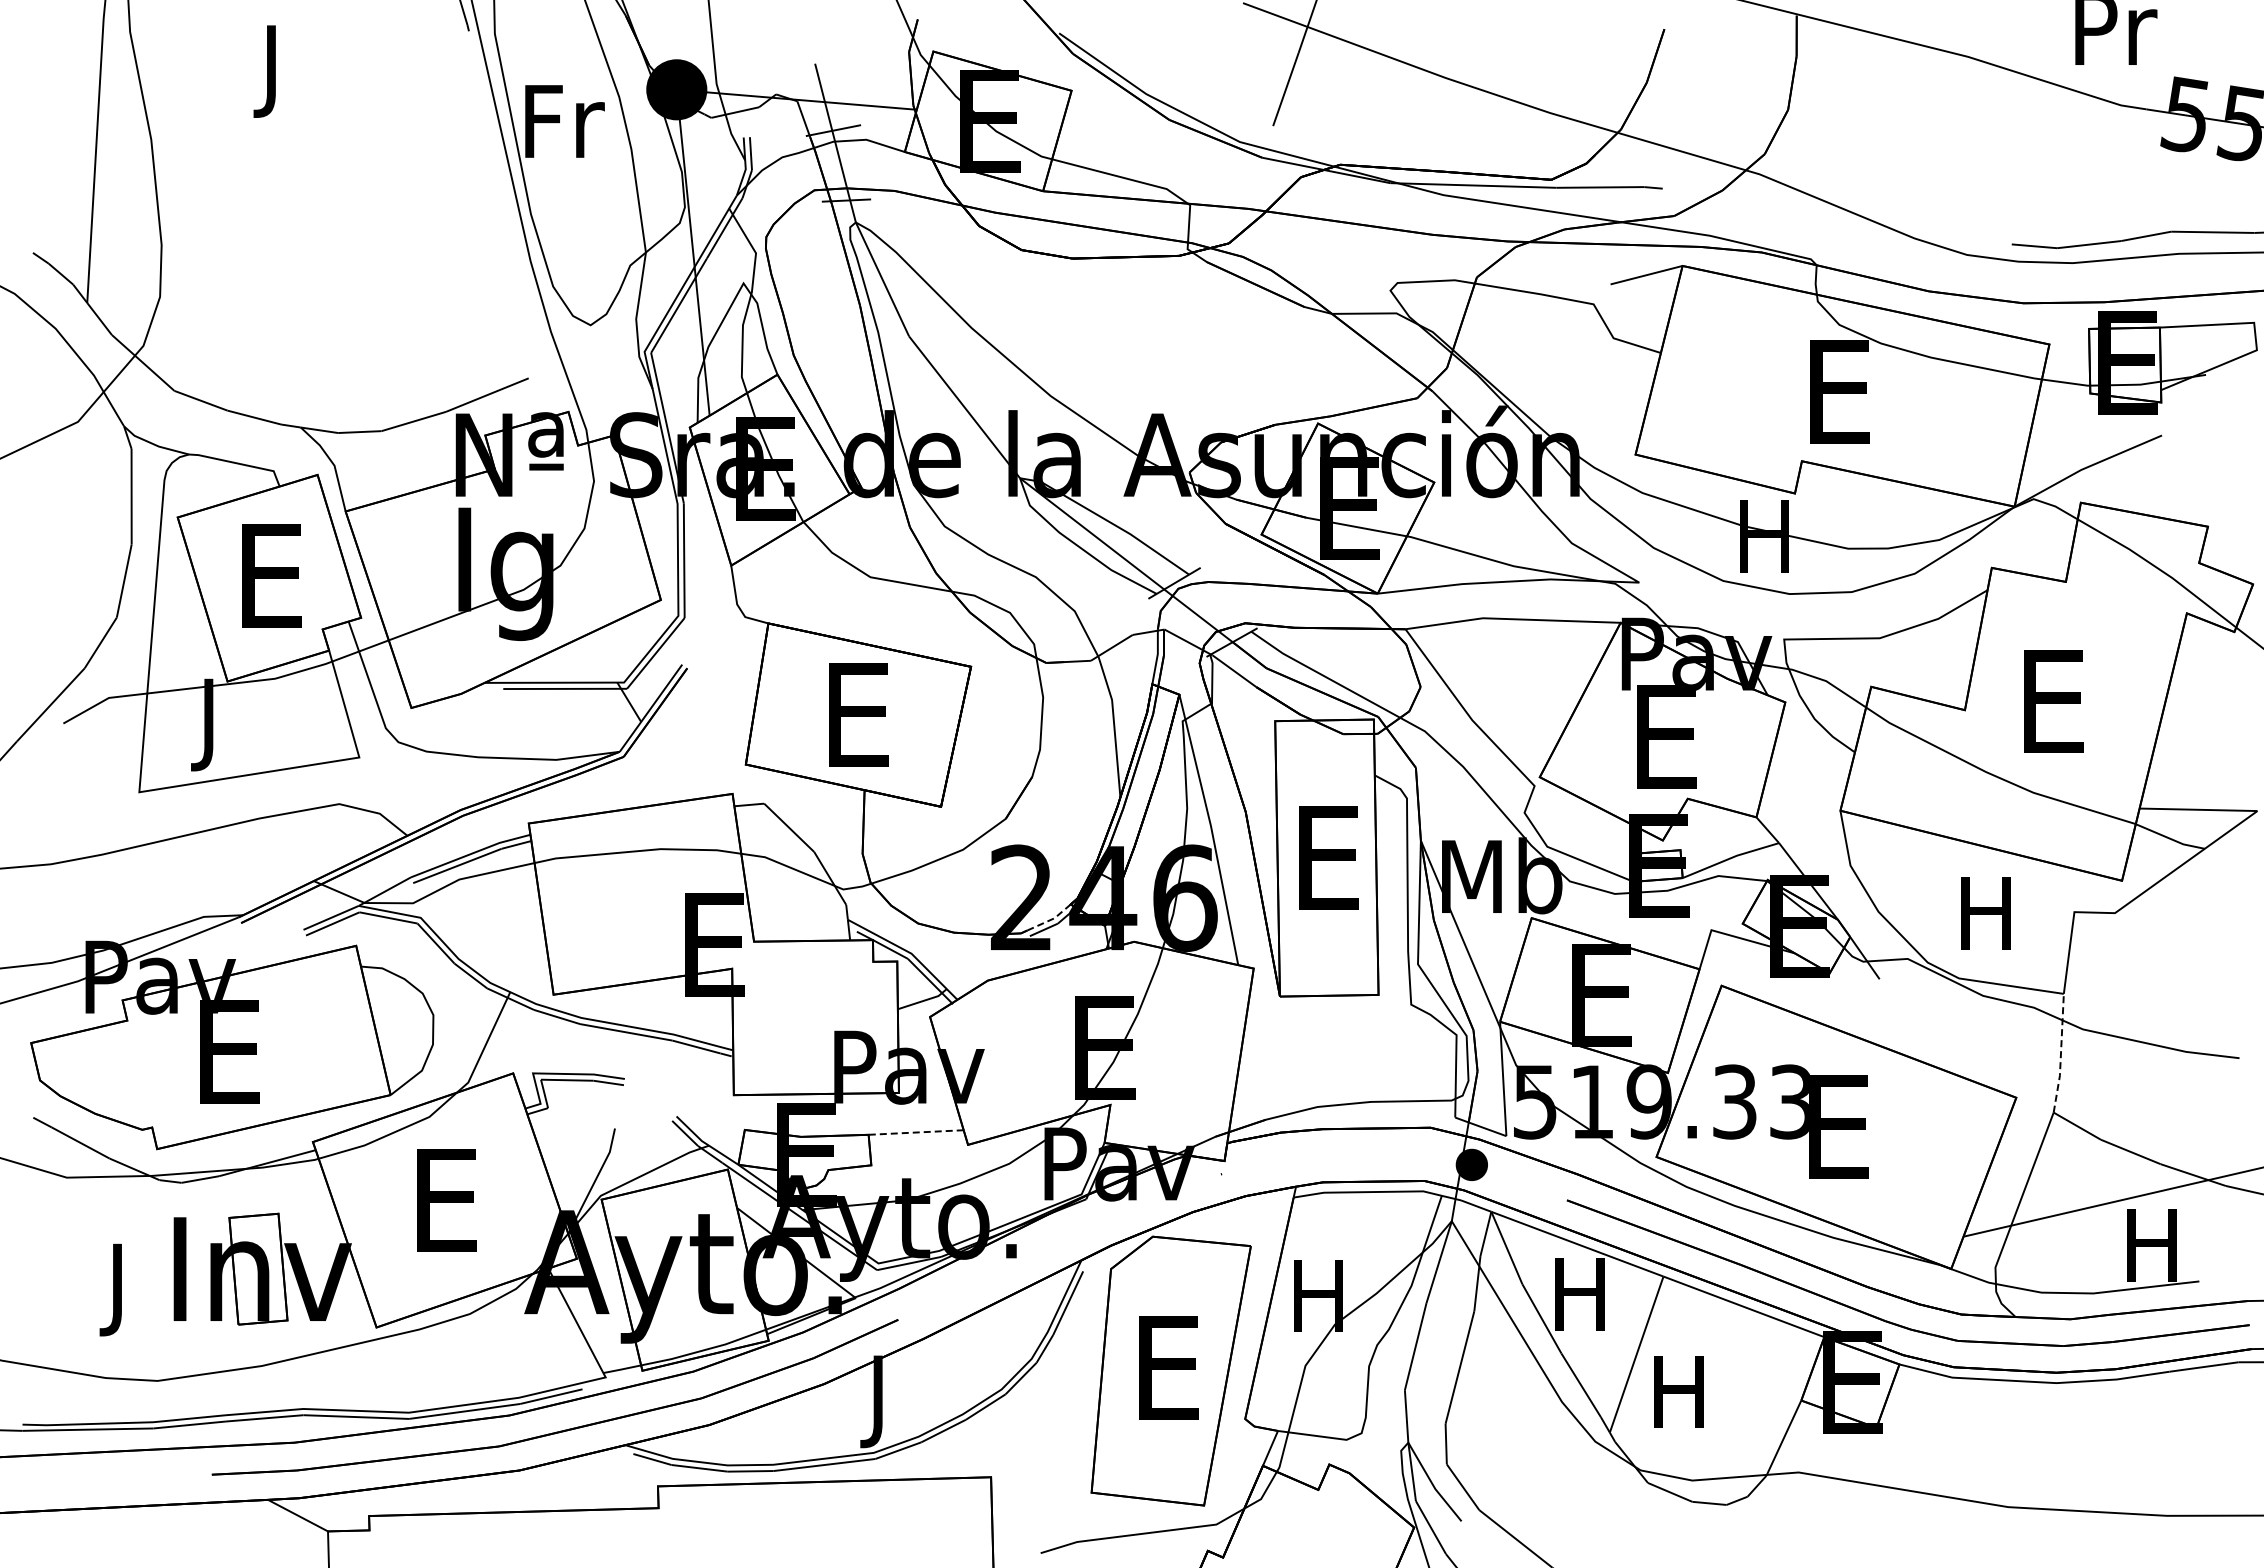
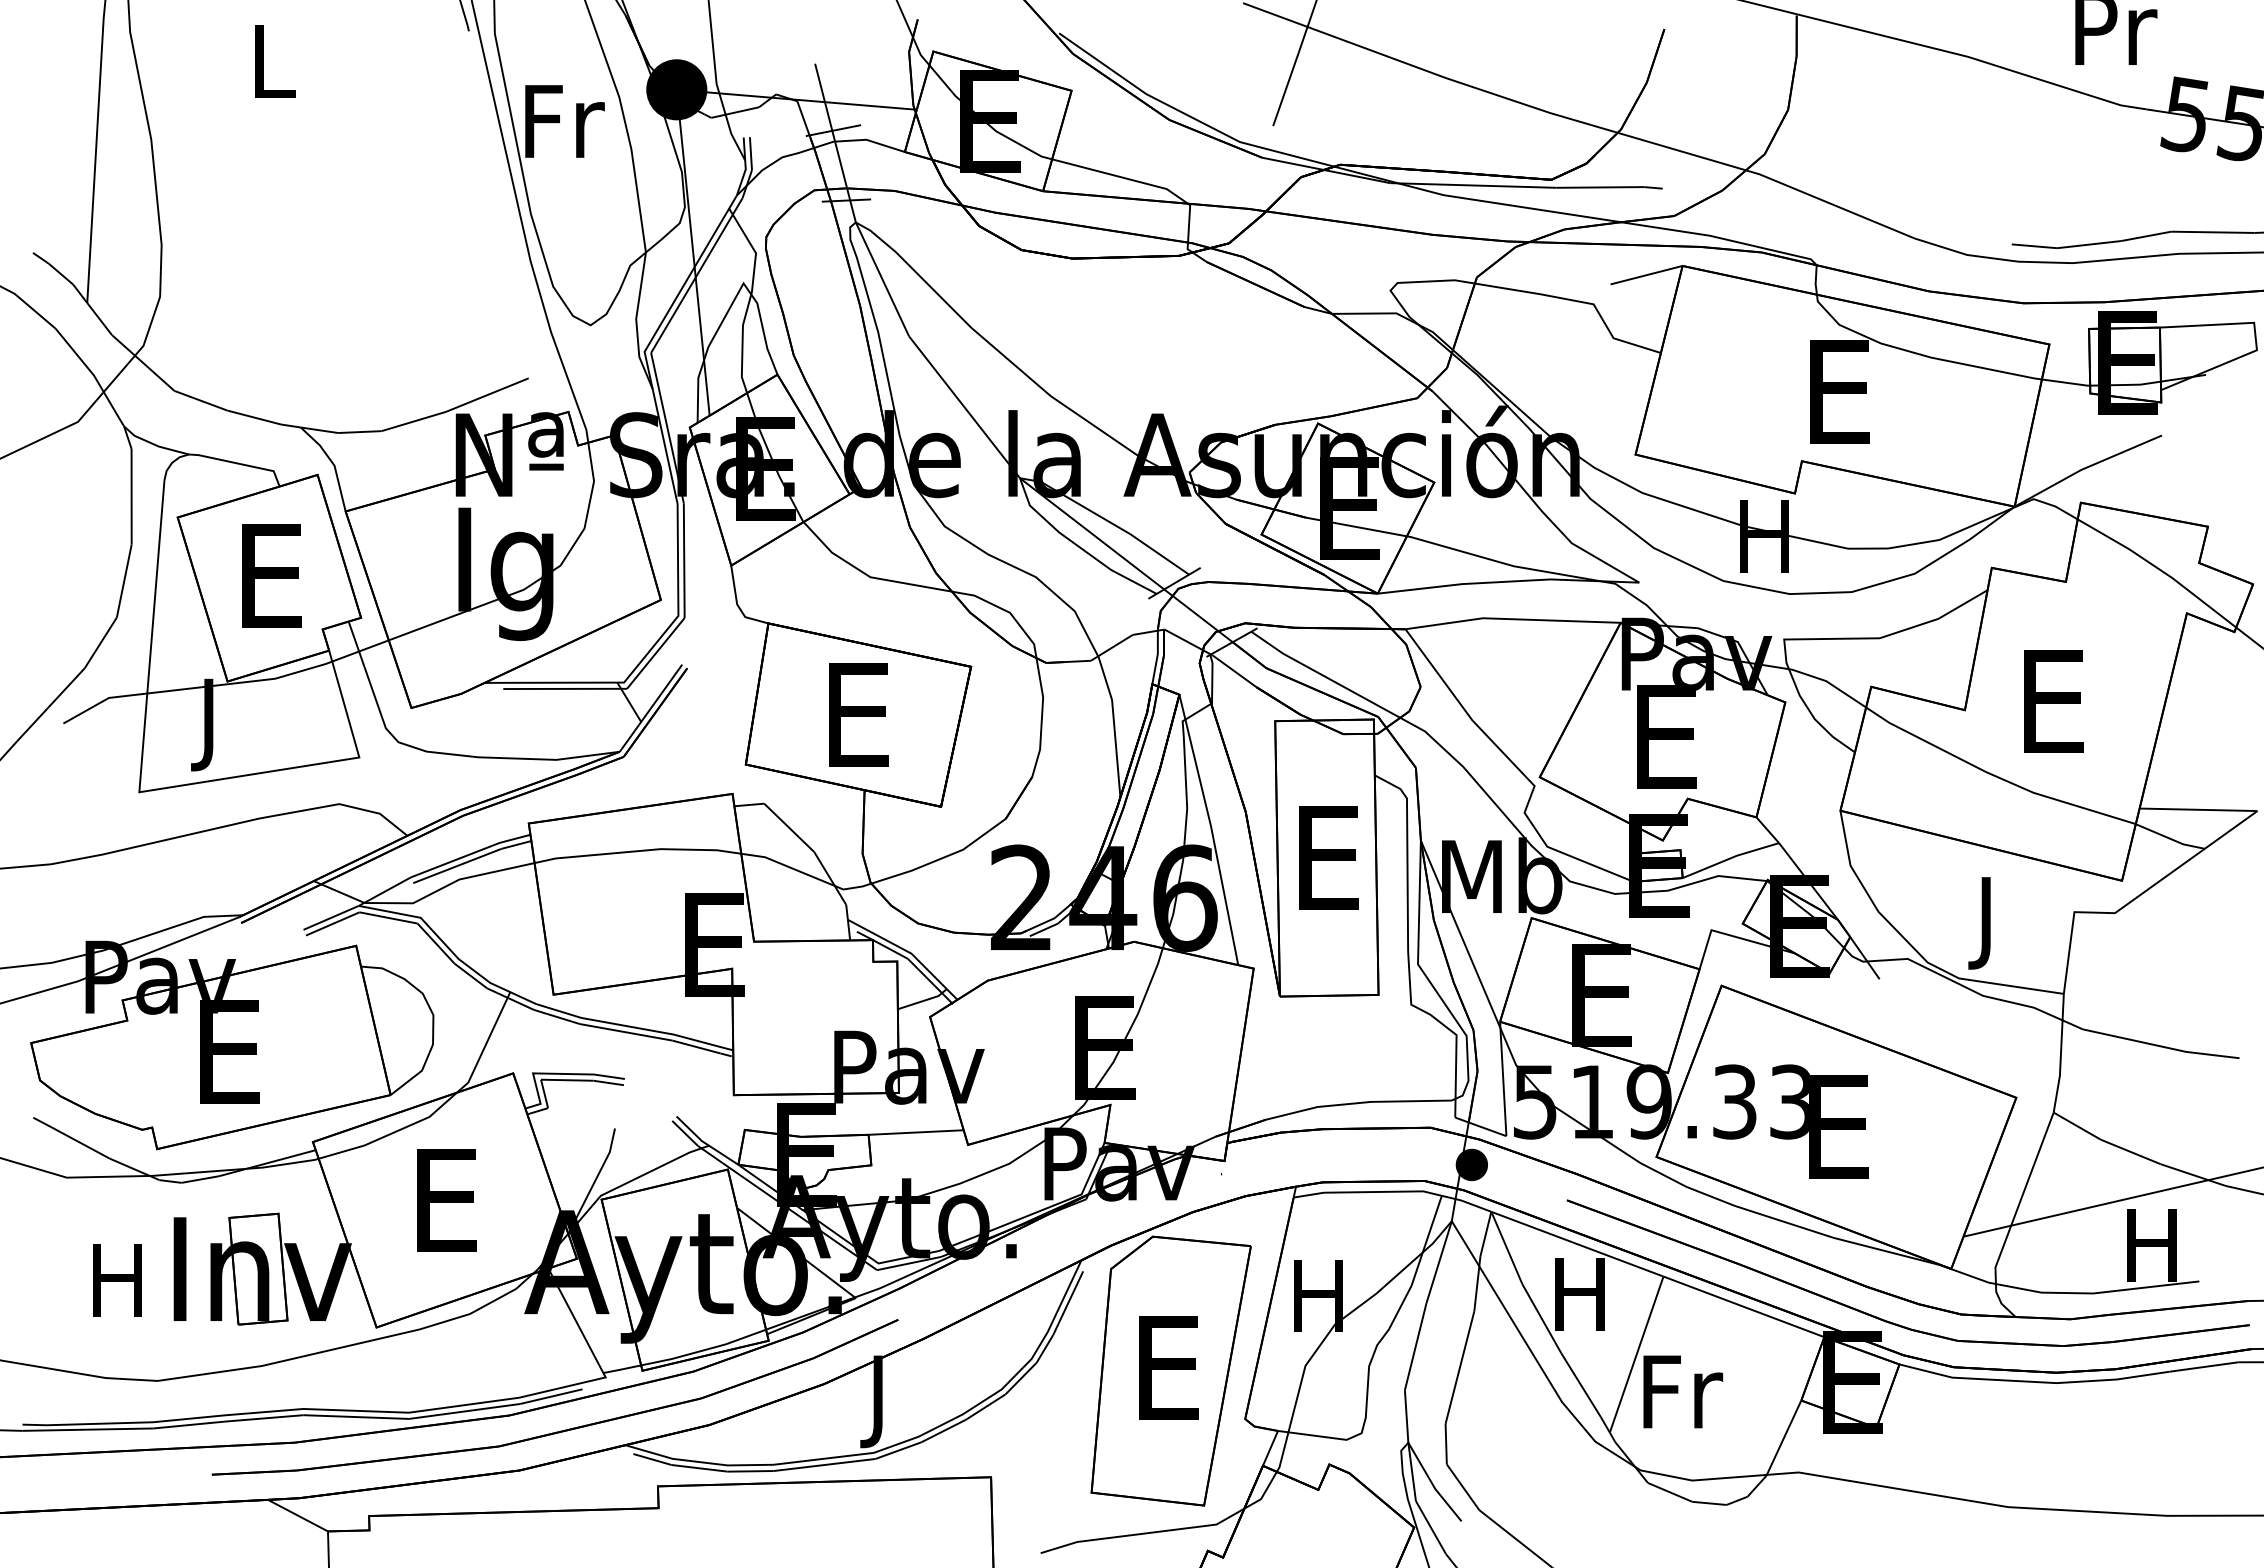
text at (274, 71): J -> L
line at (1051, 919): dashed -> solid
text at (1985, 923): H -> J
line at (2060, 1054): dashed -> solid
line at (916, 1132): dashed -> solid
text at (117, 1289): J -> H
text at (1683, 1391): H -> Fr
